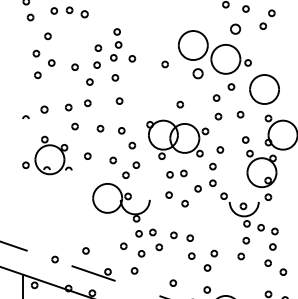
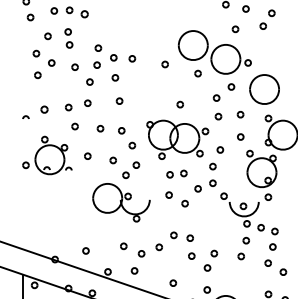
part at (235, 28) size: 12x12 px -> 9x9 px
part at (117, 38) position: (117, 38) -> (68, 38)
part at (197, 73) size: 12x12 px -> 8x9 px
part at (245, 139) position: (245, 139) -> (240, 136)
part at (145, 232): present -> none
line at (83, 269): dashed -> solid
